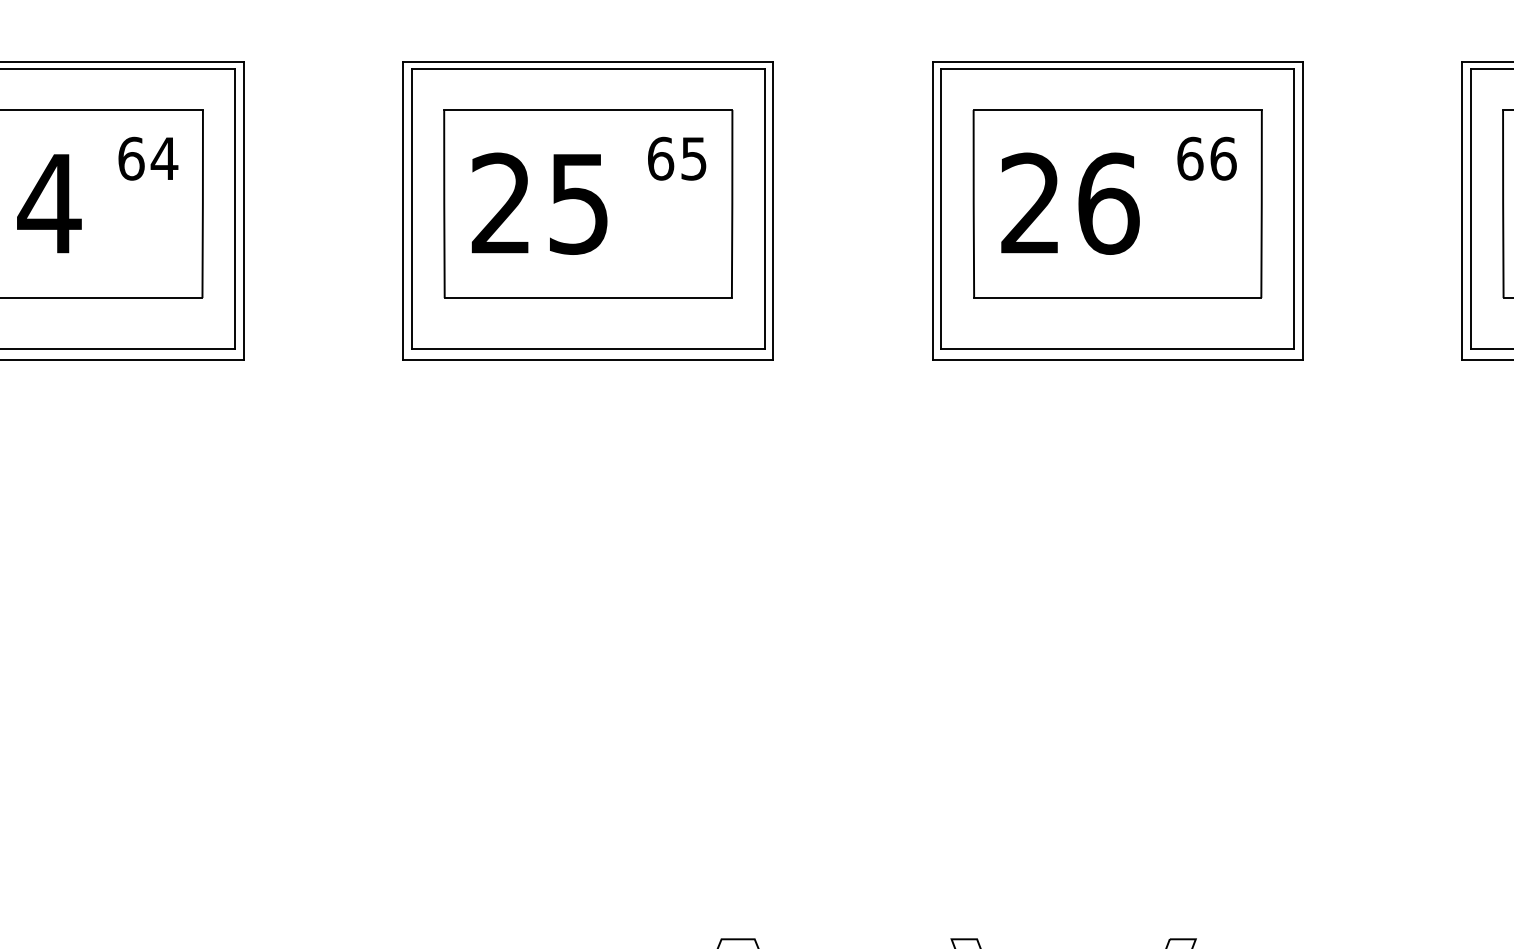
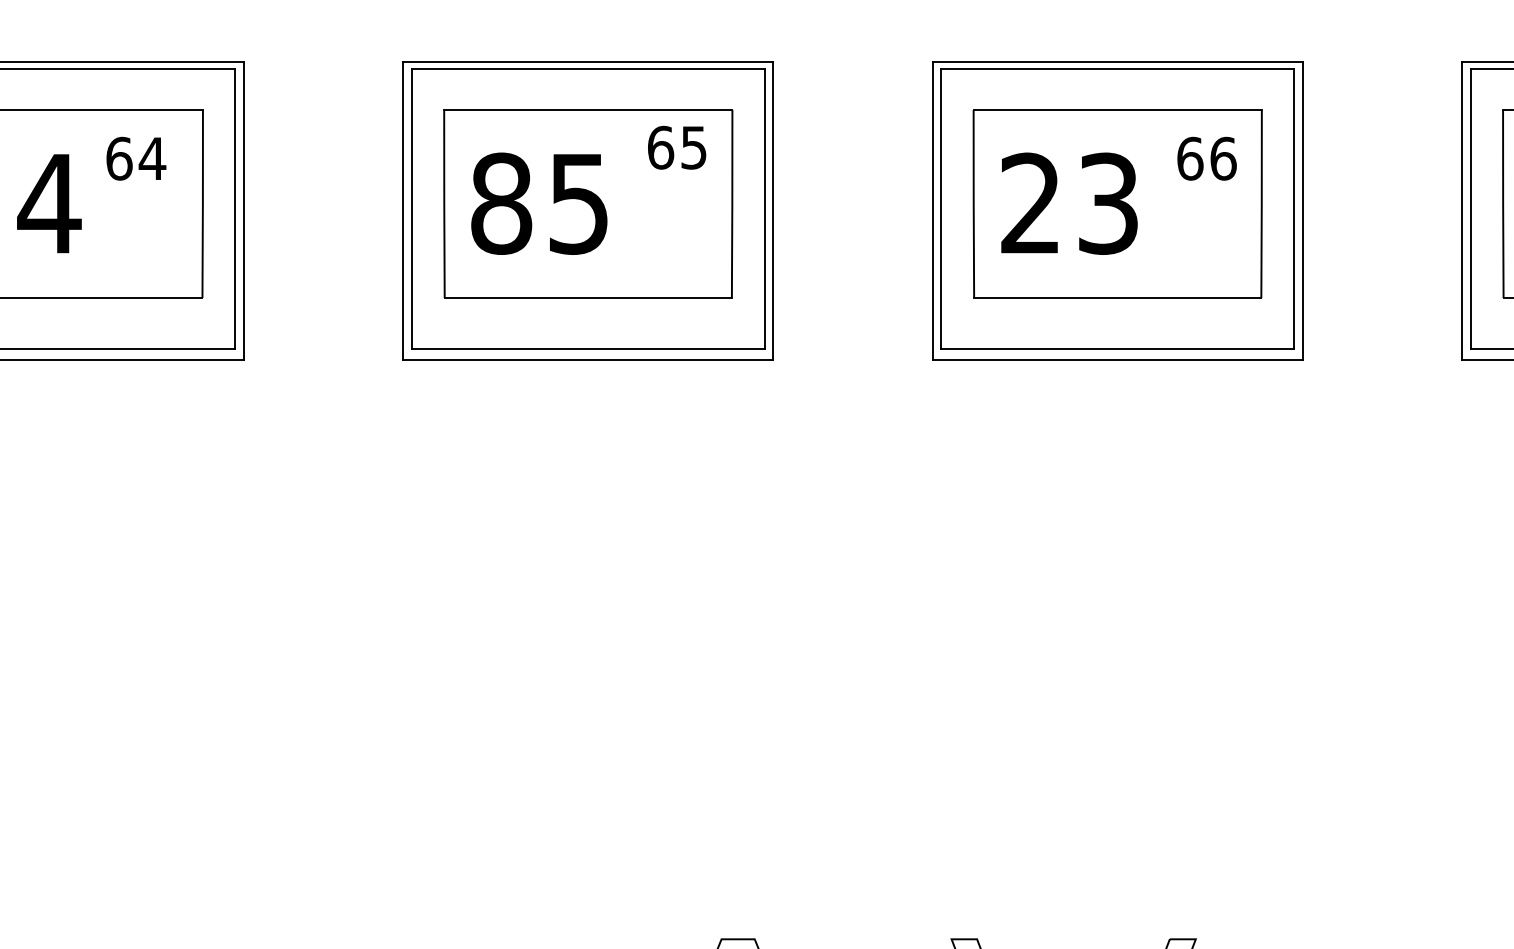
text at (148, 158) position: (148, 158) -> (136, 158)
text at (677, 158) position: (677, 158) -> (677, 147)
text at (501, 203): 25 -> 85
text at (1108, 203): 26 -> 23
